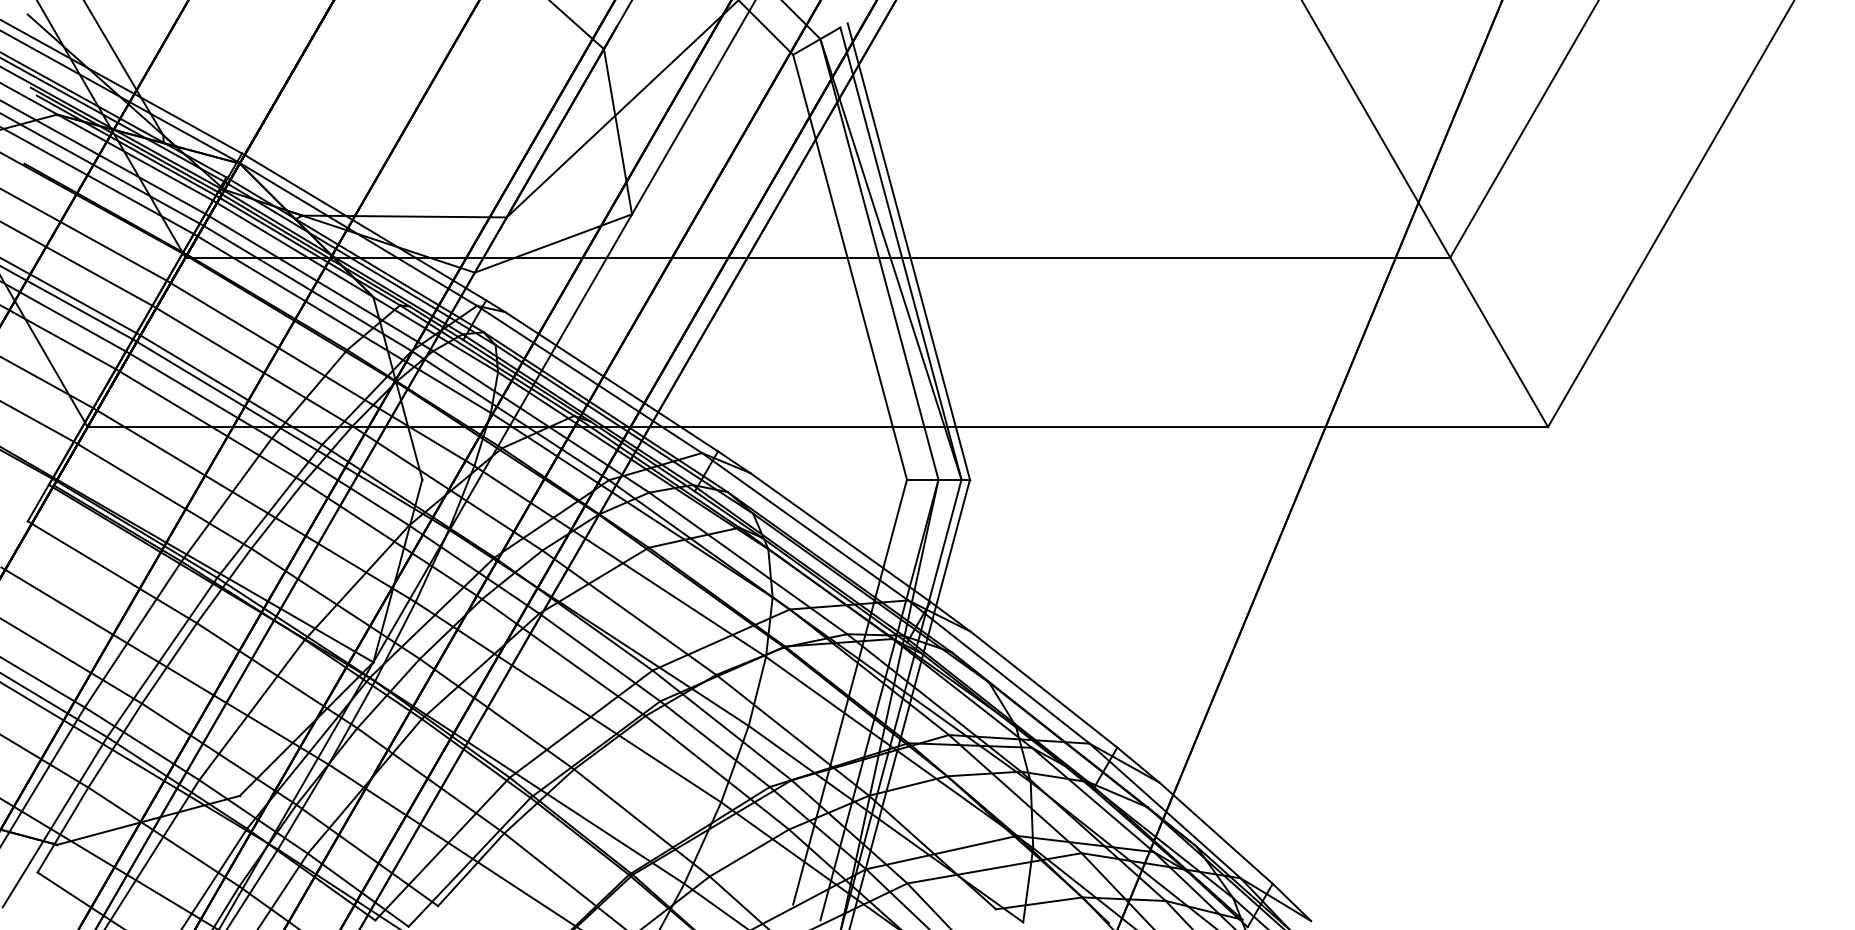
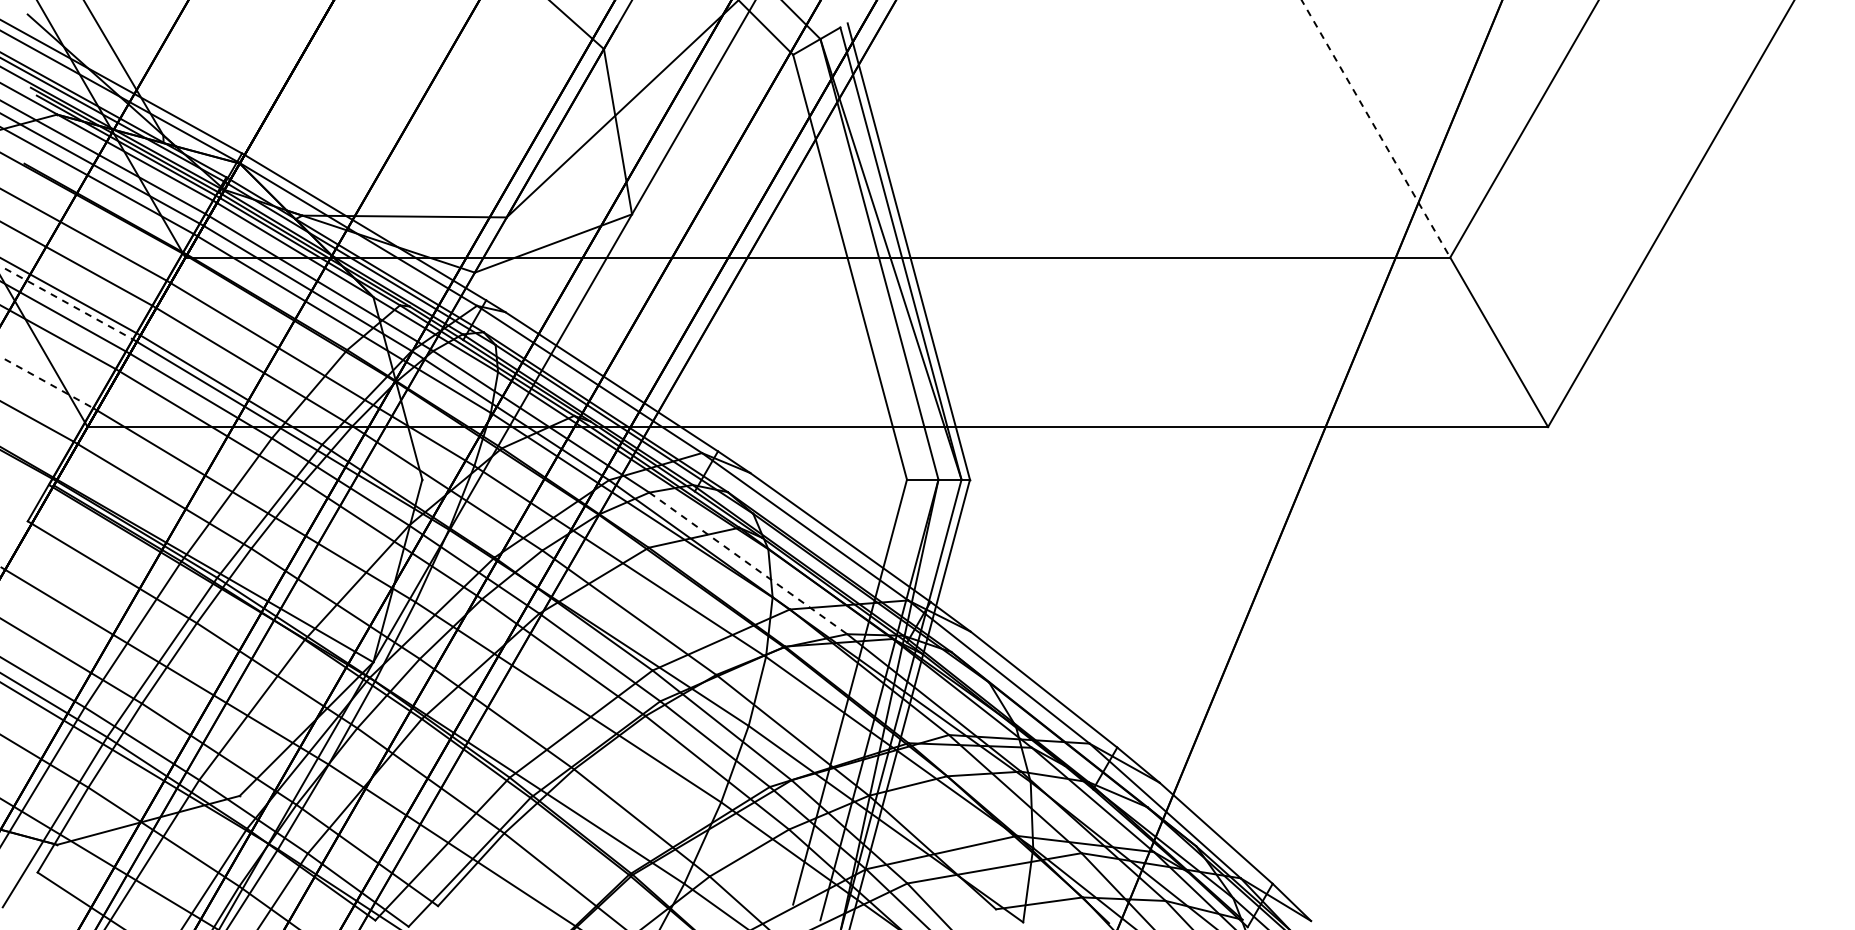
line at (1376, 129): solid -> dashed
line at (66, 302): solid -> dashed
line at (47, 382): solid -> dashed
line at (748, 563): solid -> dashed
